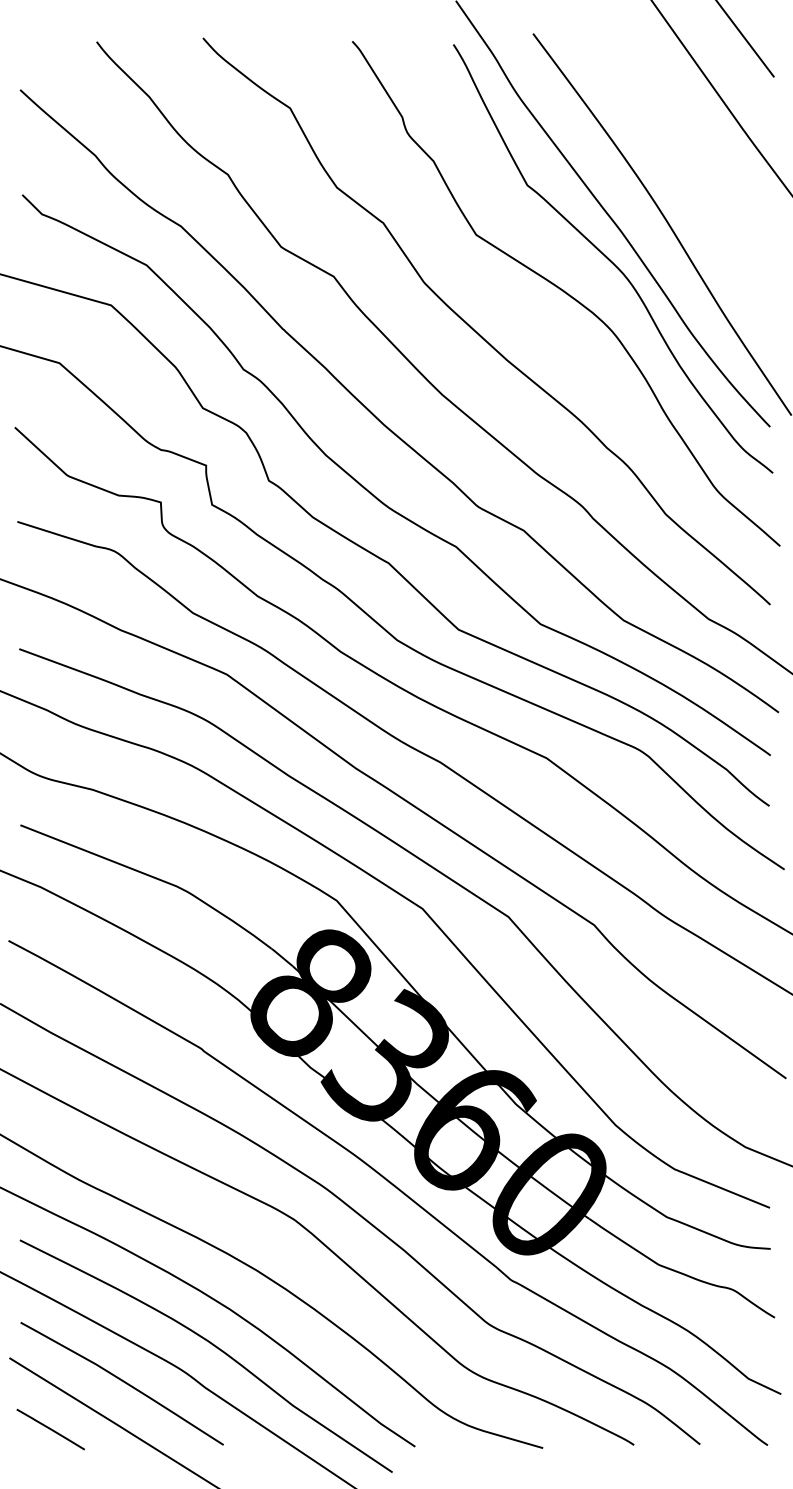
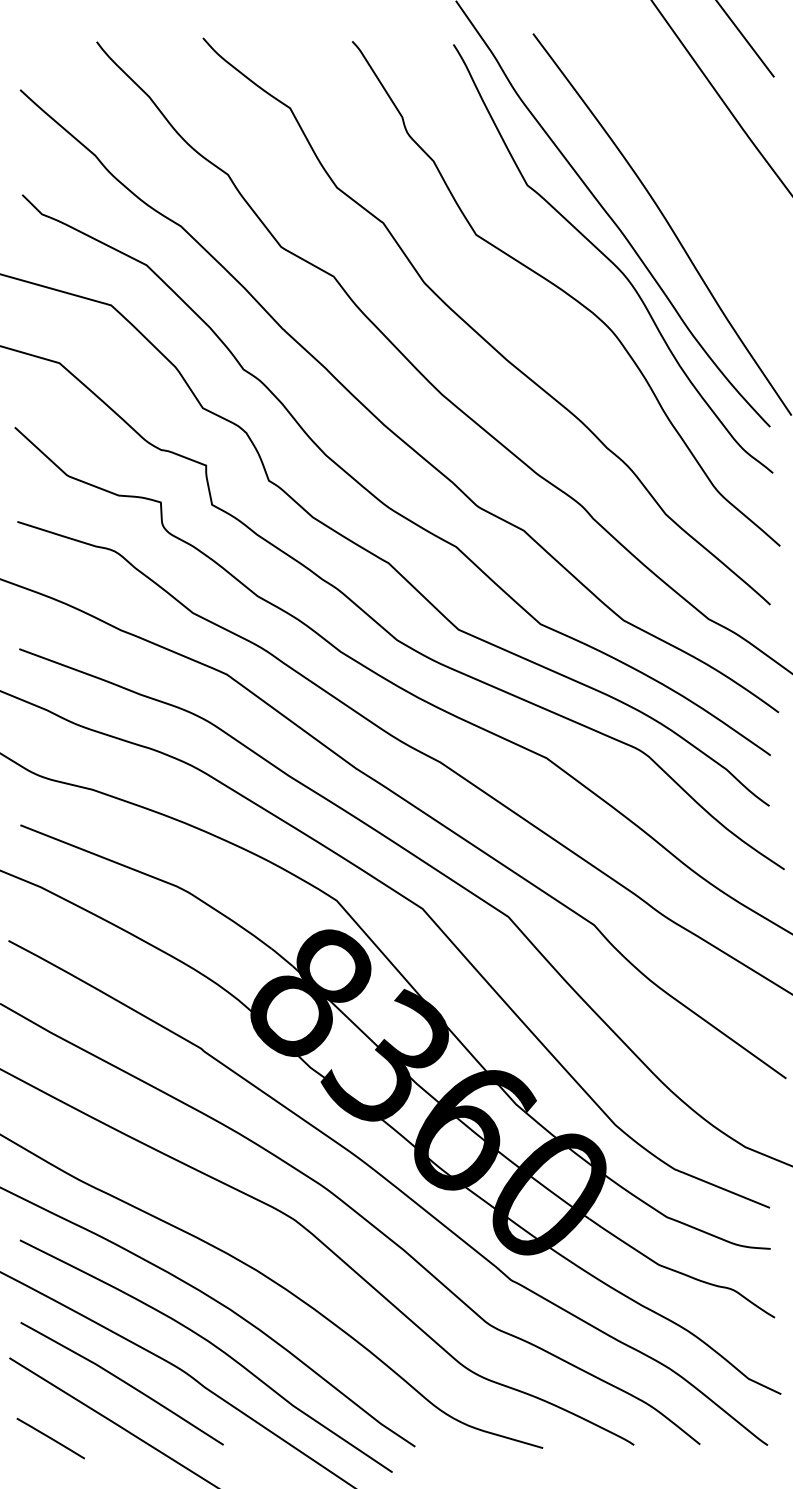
line at (50, 1429) position: (50, 1429) -> (50, 1438)
